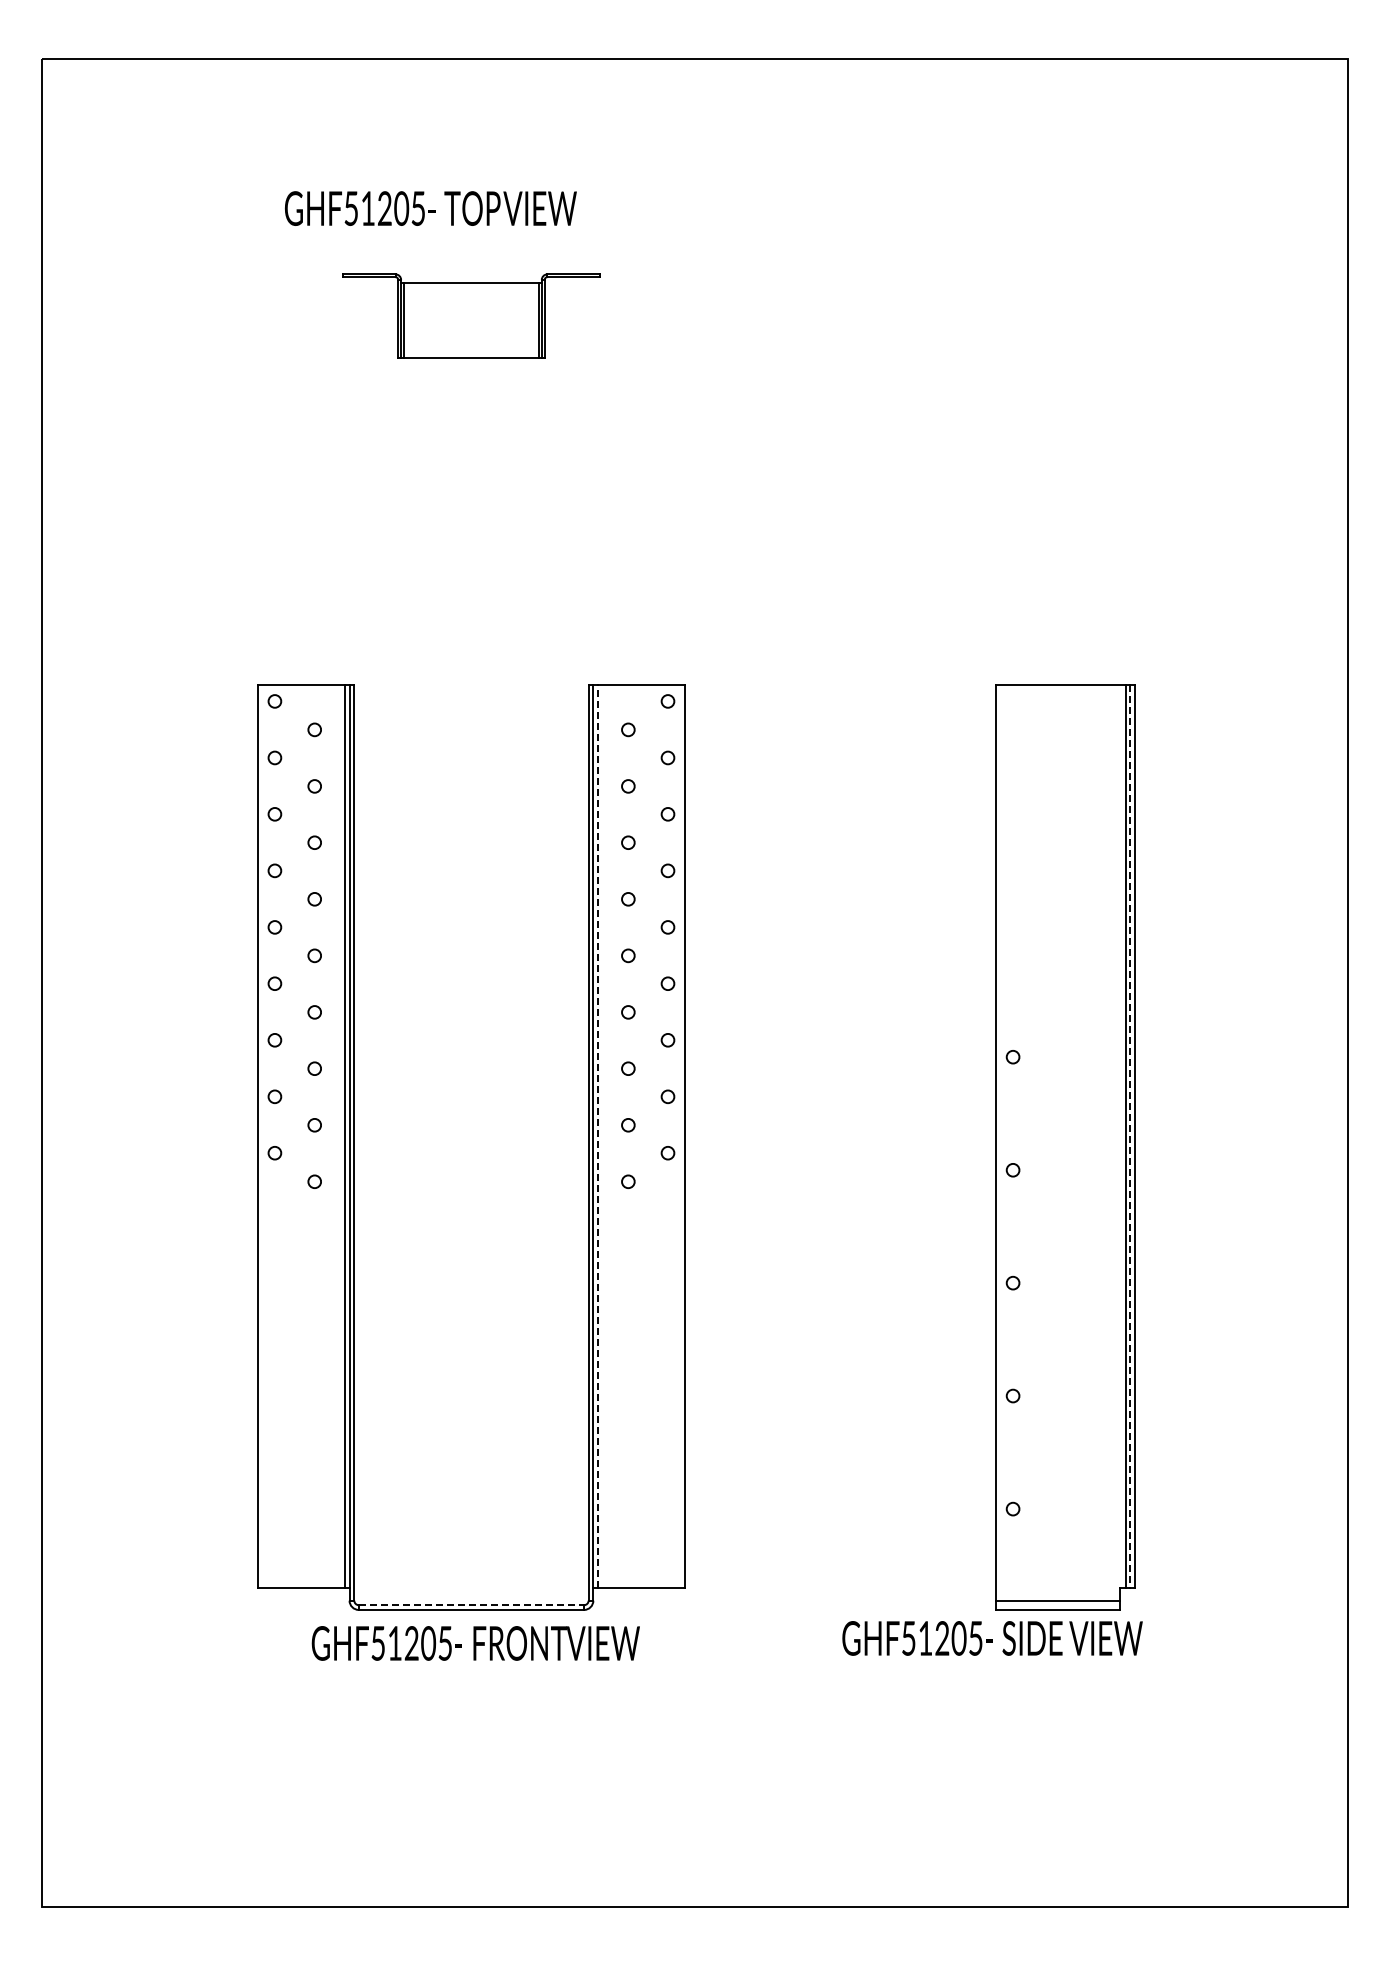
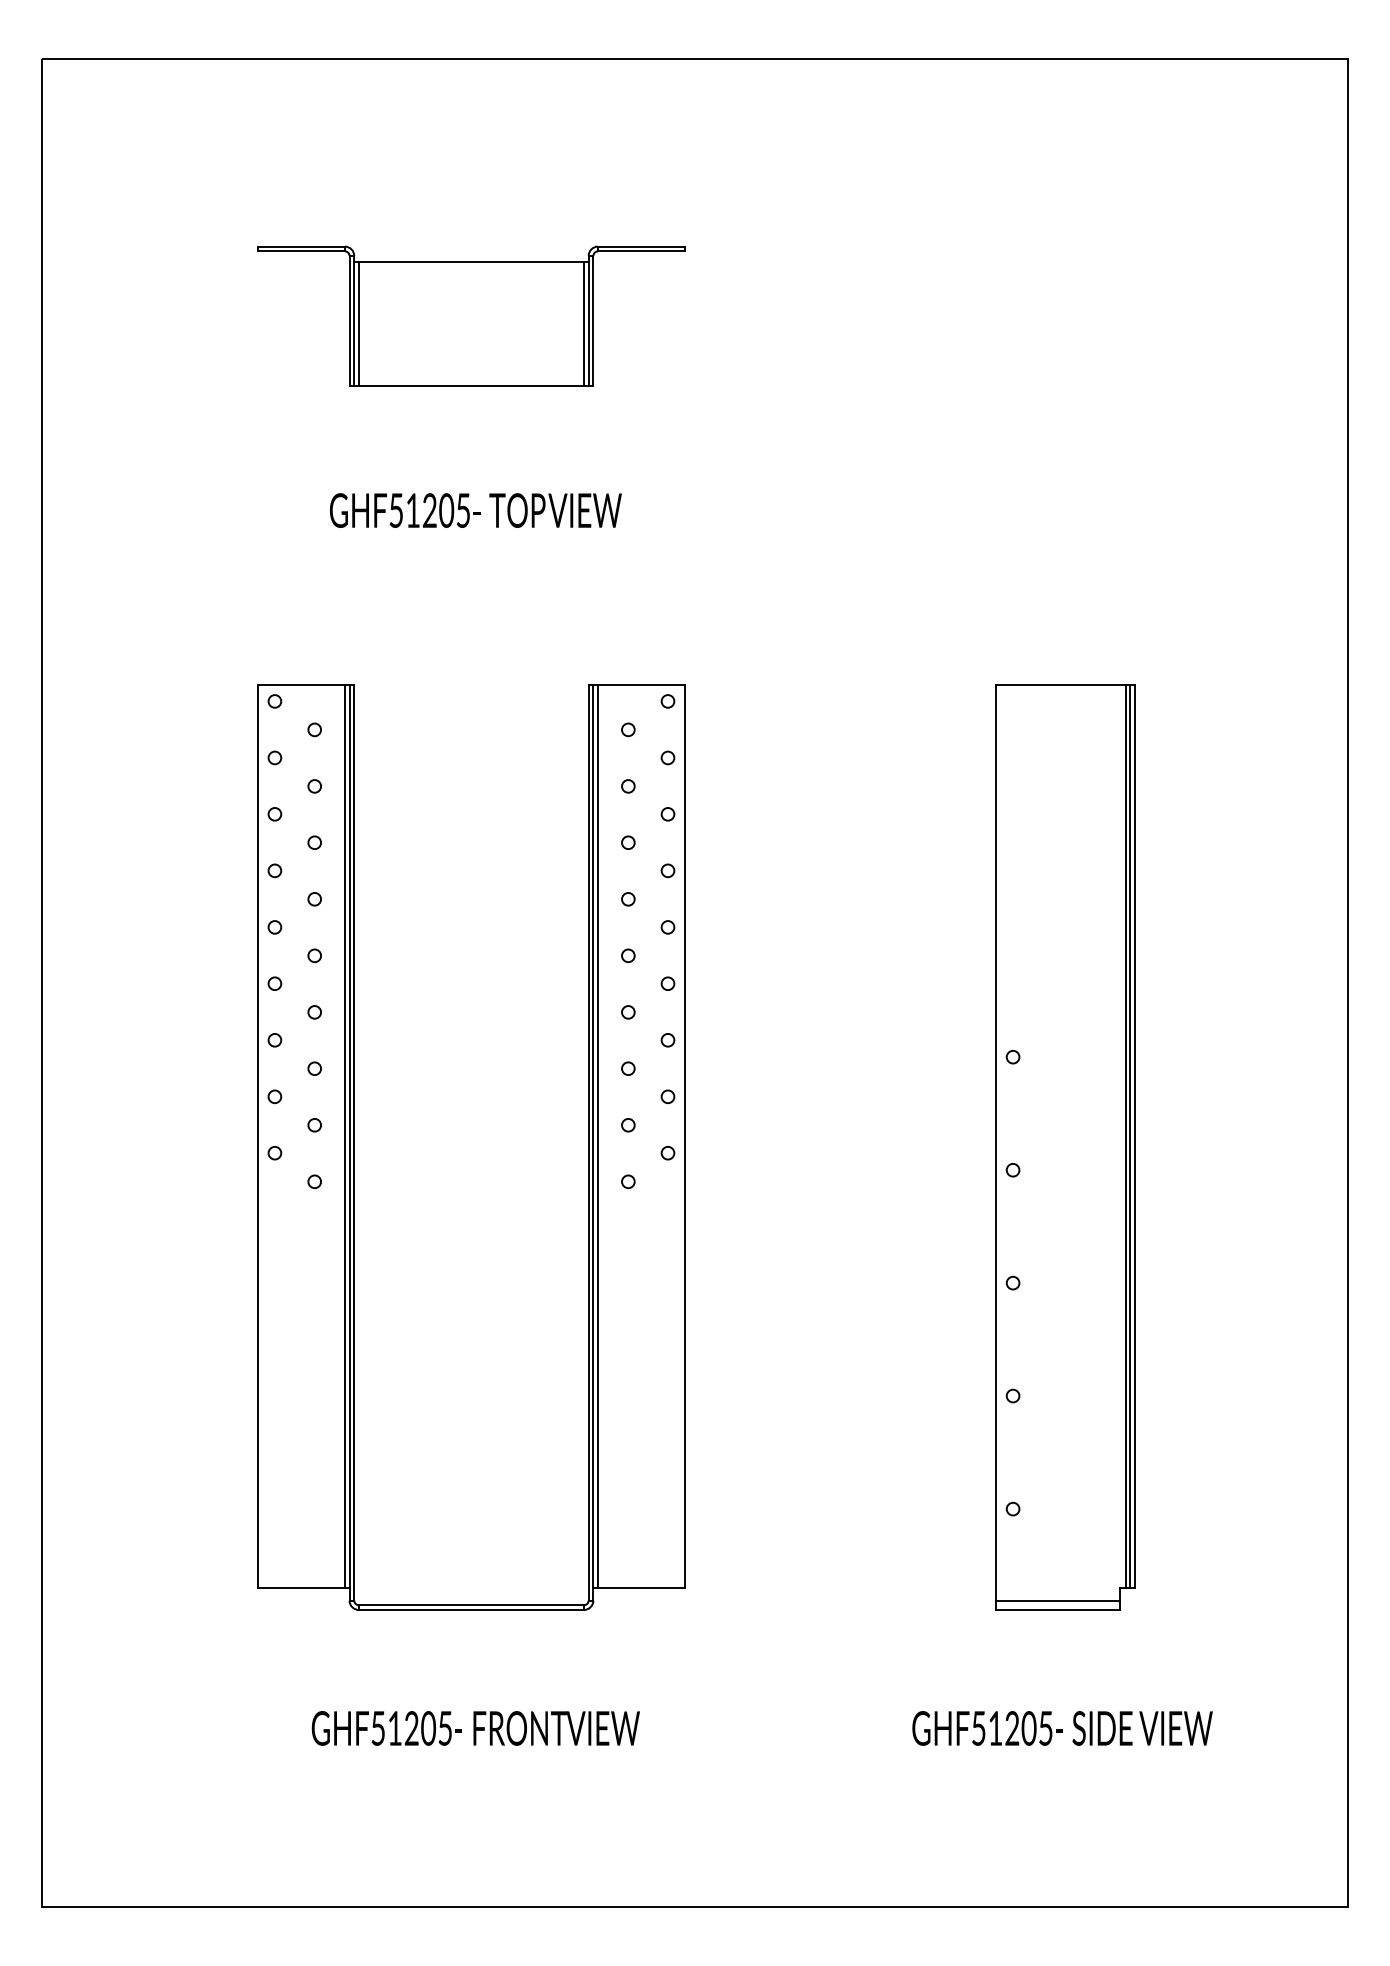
text at (430, 208) position: (430, 208) -> (475, 510)
part at (471, 315) size: 259x86 px -> 429x142 px
line at (597, 1136): dashed -> solid
line at (1130, 1136): dashed -> solid
line at (471, 1605): dashed -> solid
text at (992, 1638) position: (992, 1638) -> (1062, 1728)
text at (475, 1643) position: (475, 1643) -> (475, 1728)
